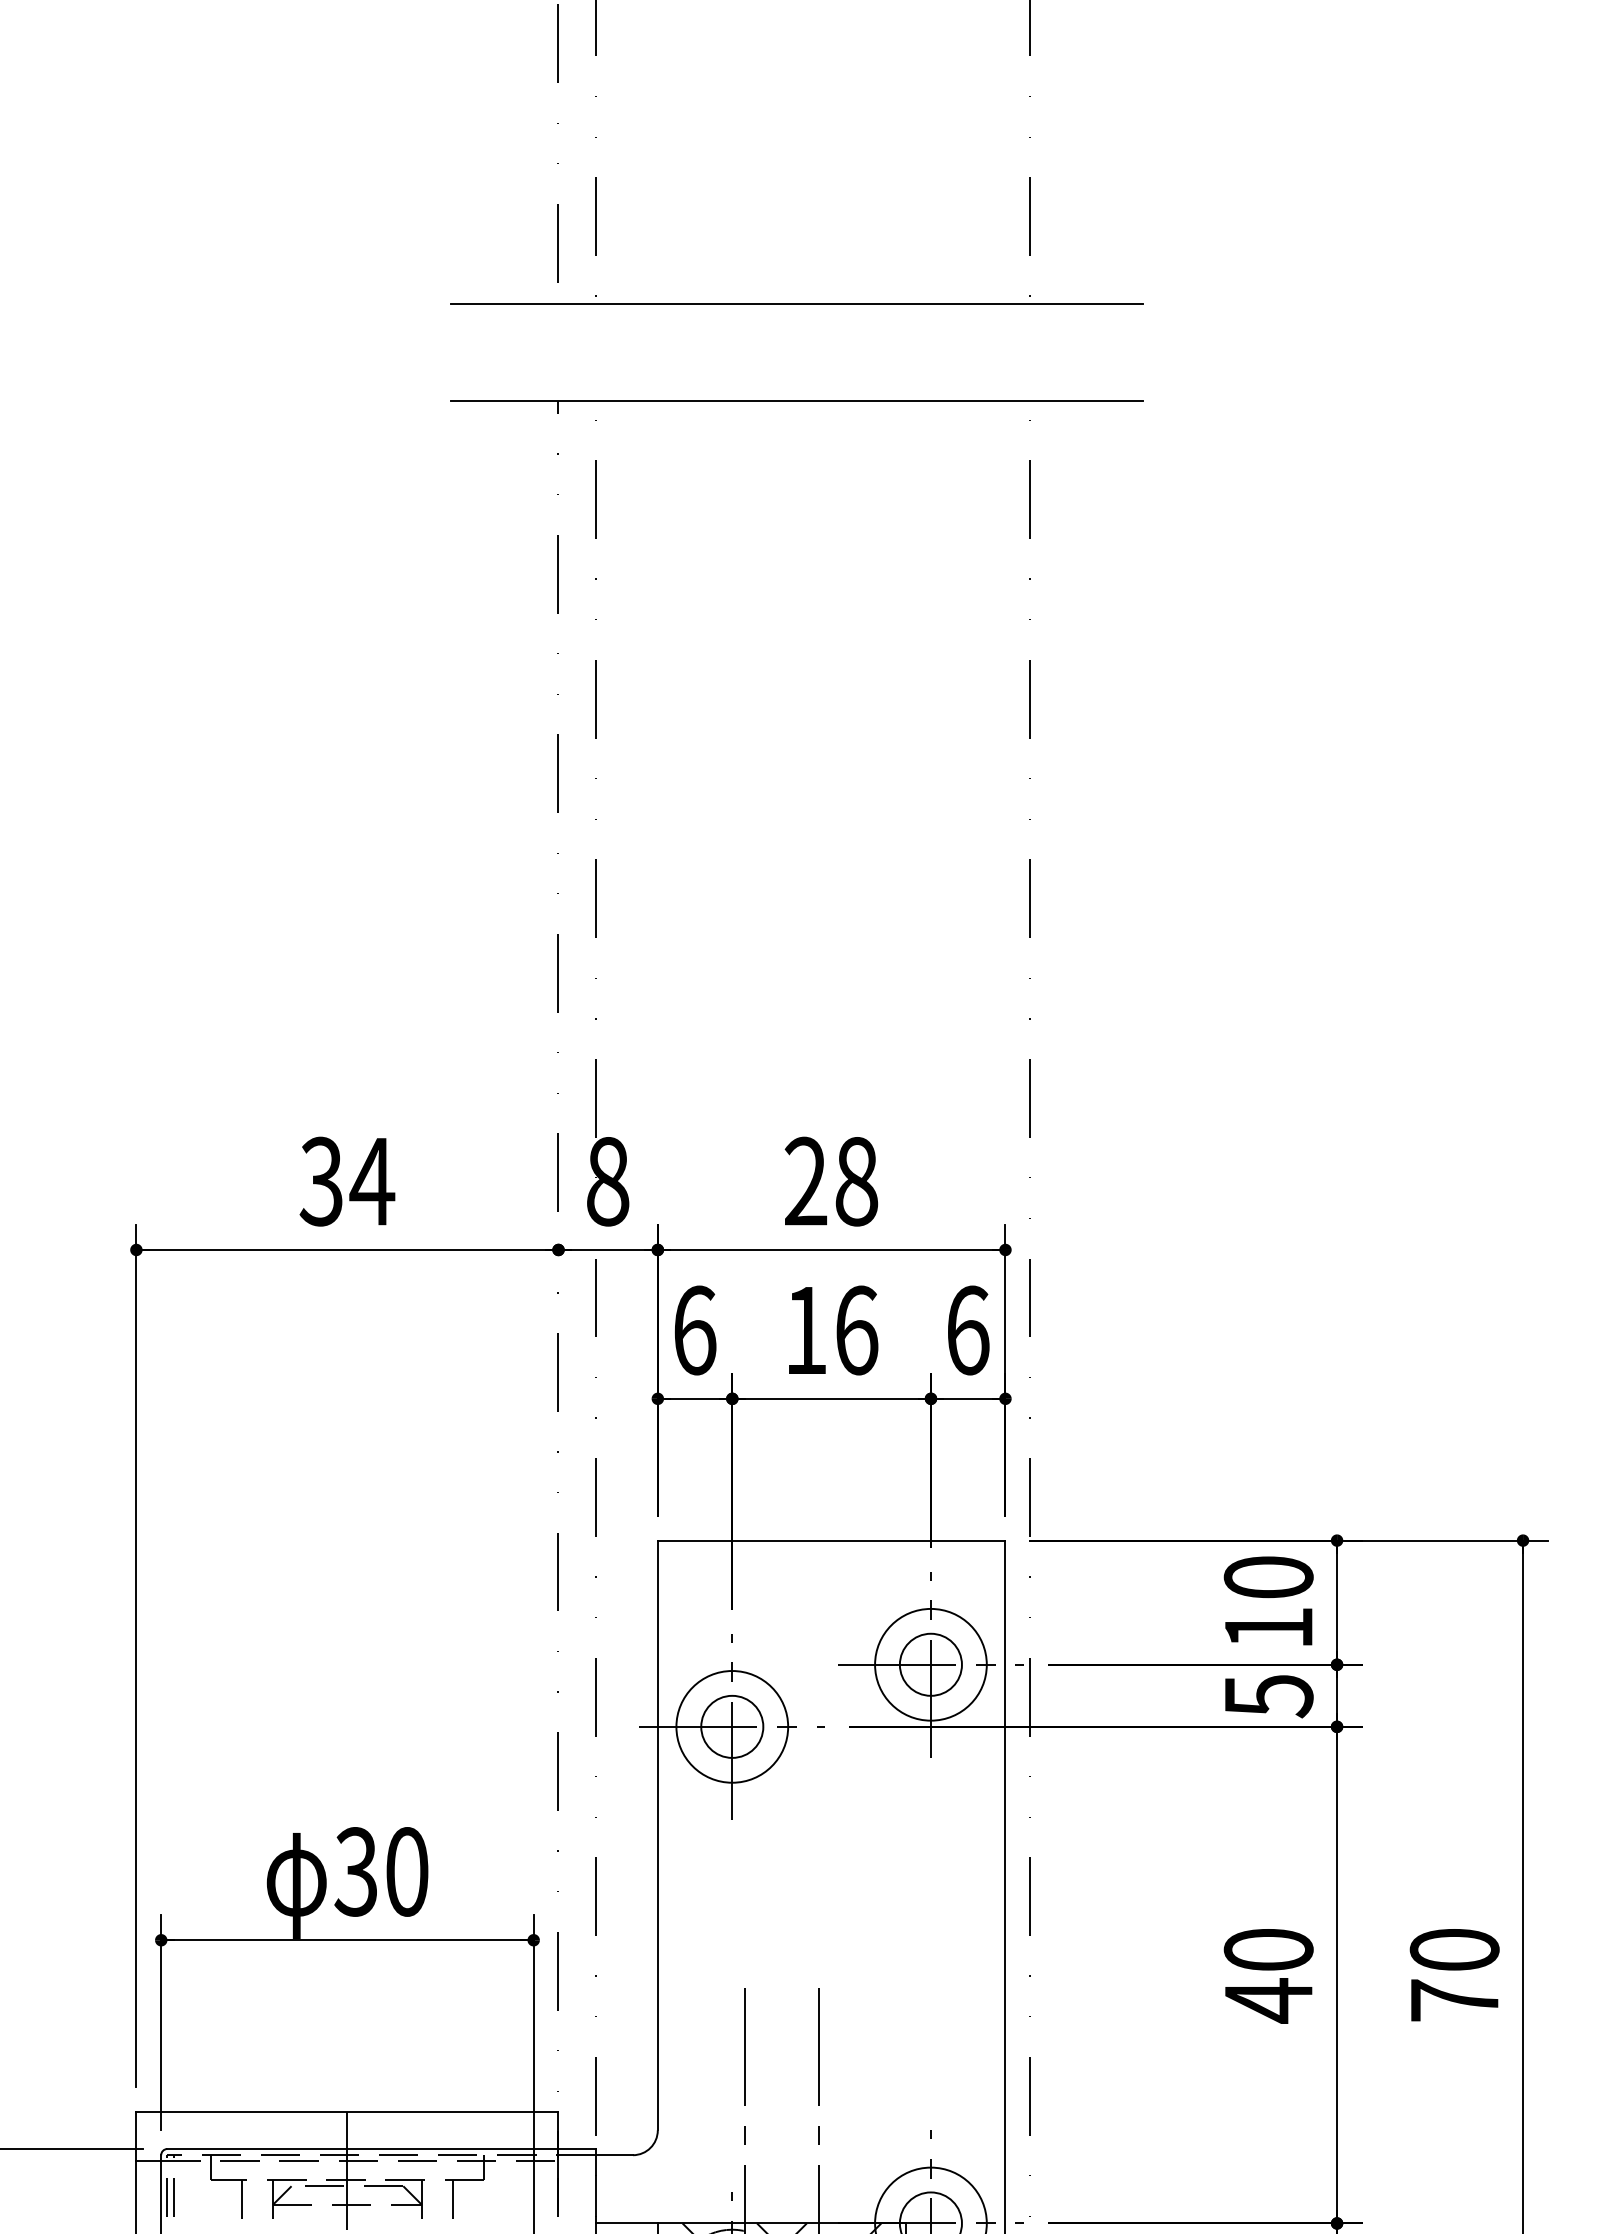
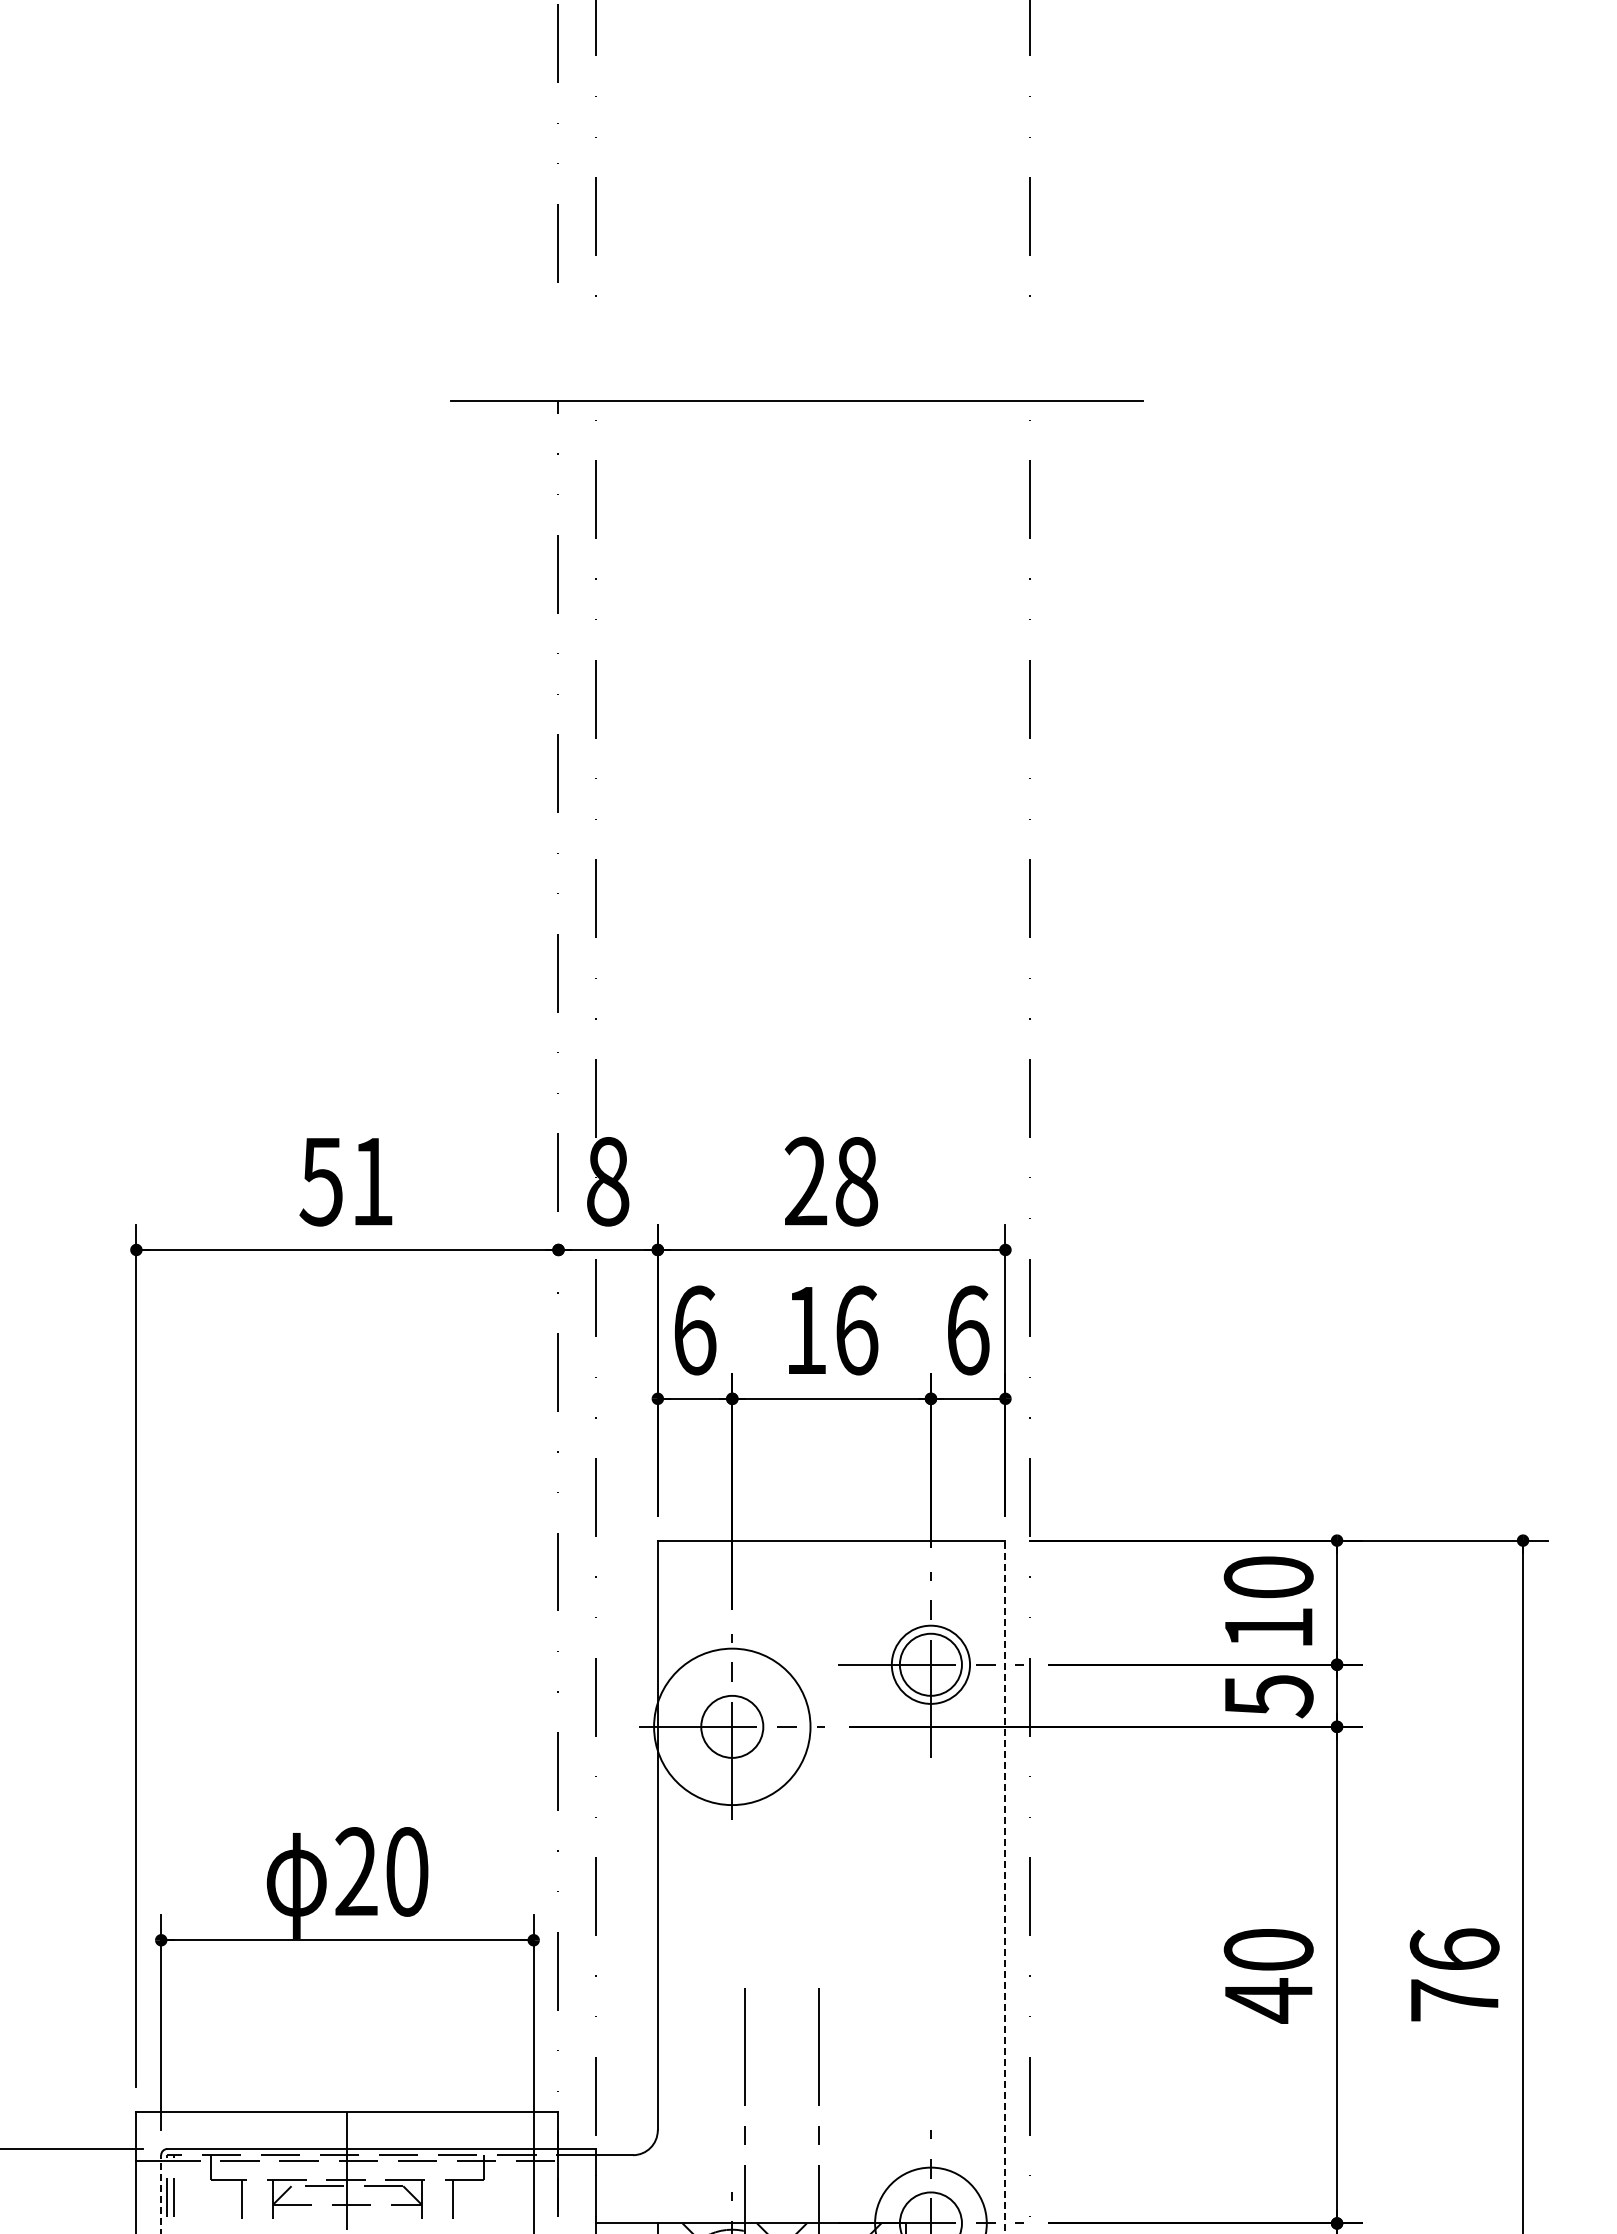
line at (796, 304): present -> none
text at (347, 1181): 34 -> 51
circle at (930, 1664) diameter: 112 px -> 78 px
circle at (732, 1726) diameter: 112 px -> 156 px
text at (355, 1871): 30 -> 20
line at (1005, 1886): solid -> dashed
text at (1454, 1949): 70 -> 76
line at (161, 2193): solid -> dashed
